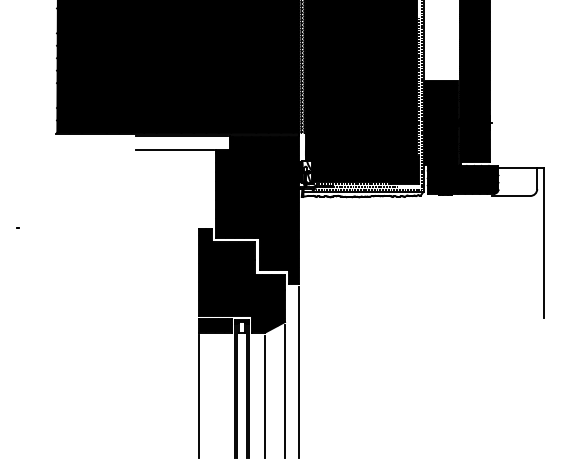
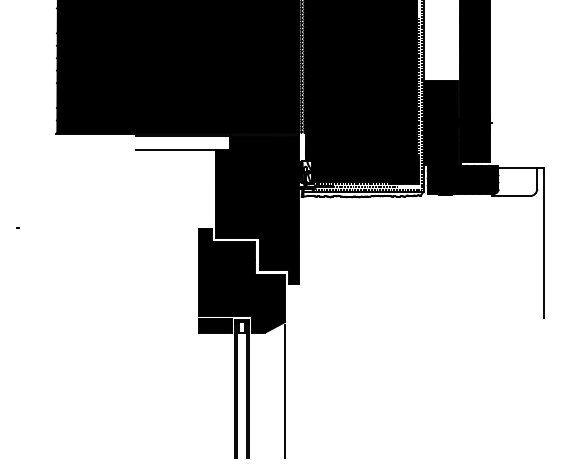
line at (298, 371): present -> none
line at (199, 396): present -> none
line at (265, 396): present -> none
